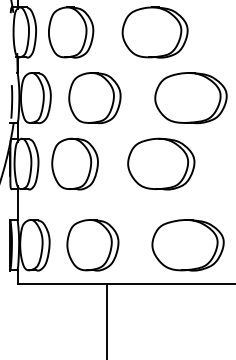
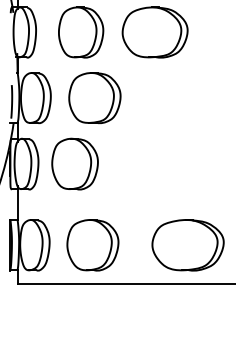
part at (71, 32) position: (71, 32) -> (81, 32)
part at (190, 98): present -> none
part at (161, 163): present -> none
line at (107, 320): present -> none
